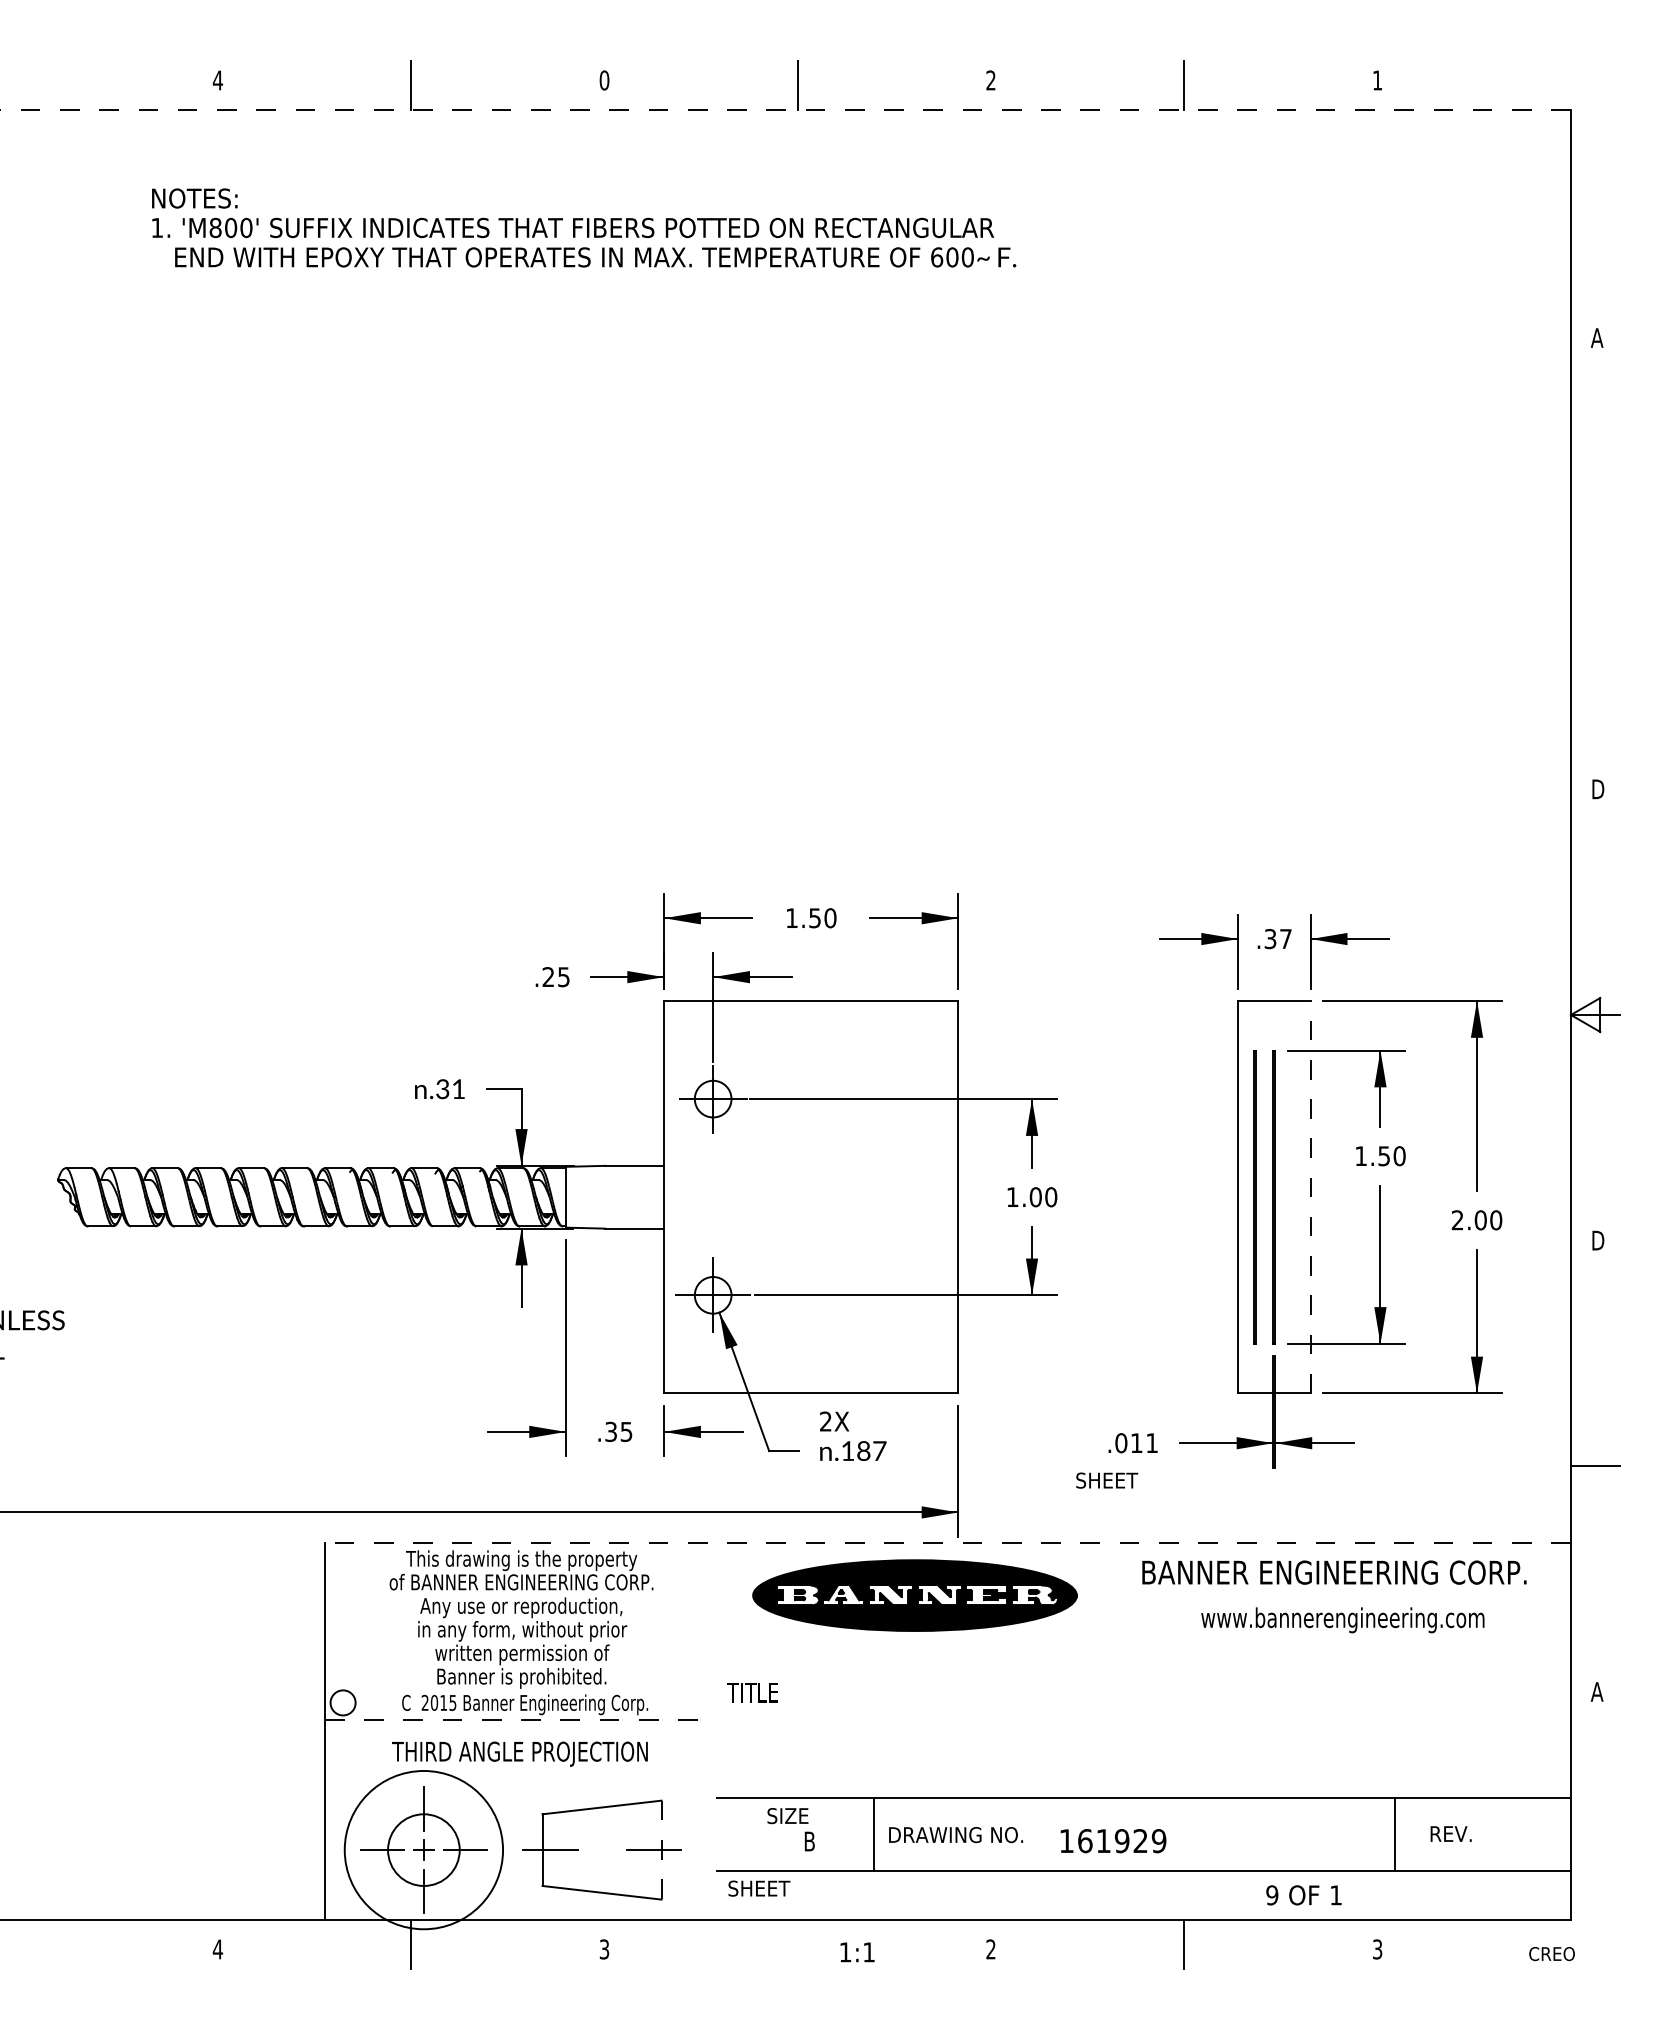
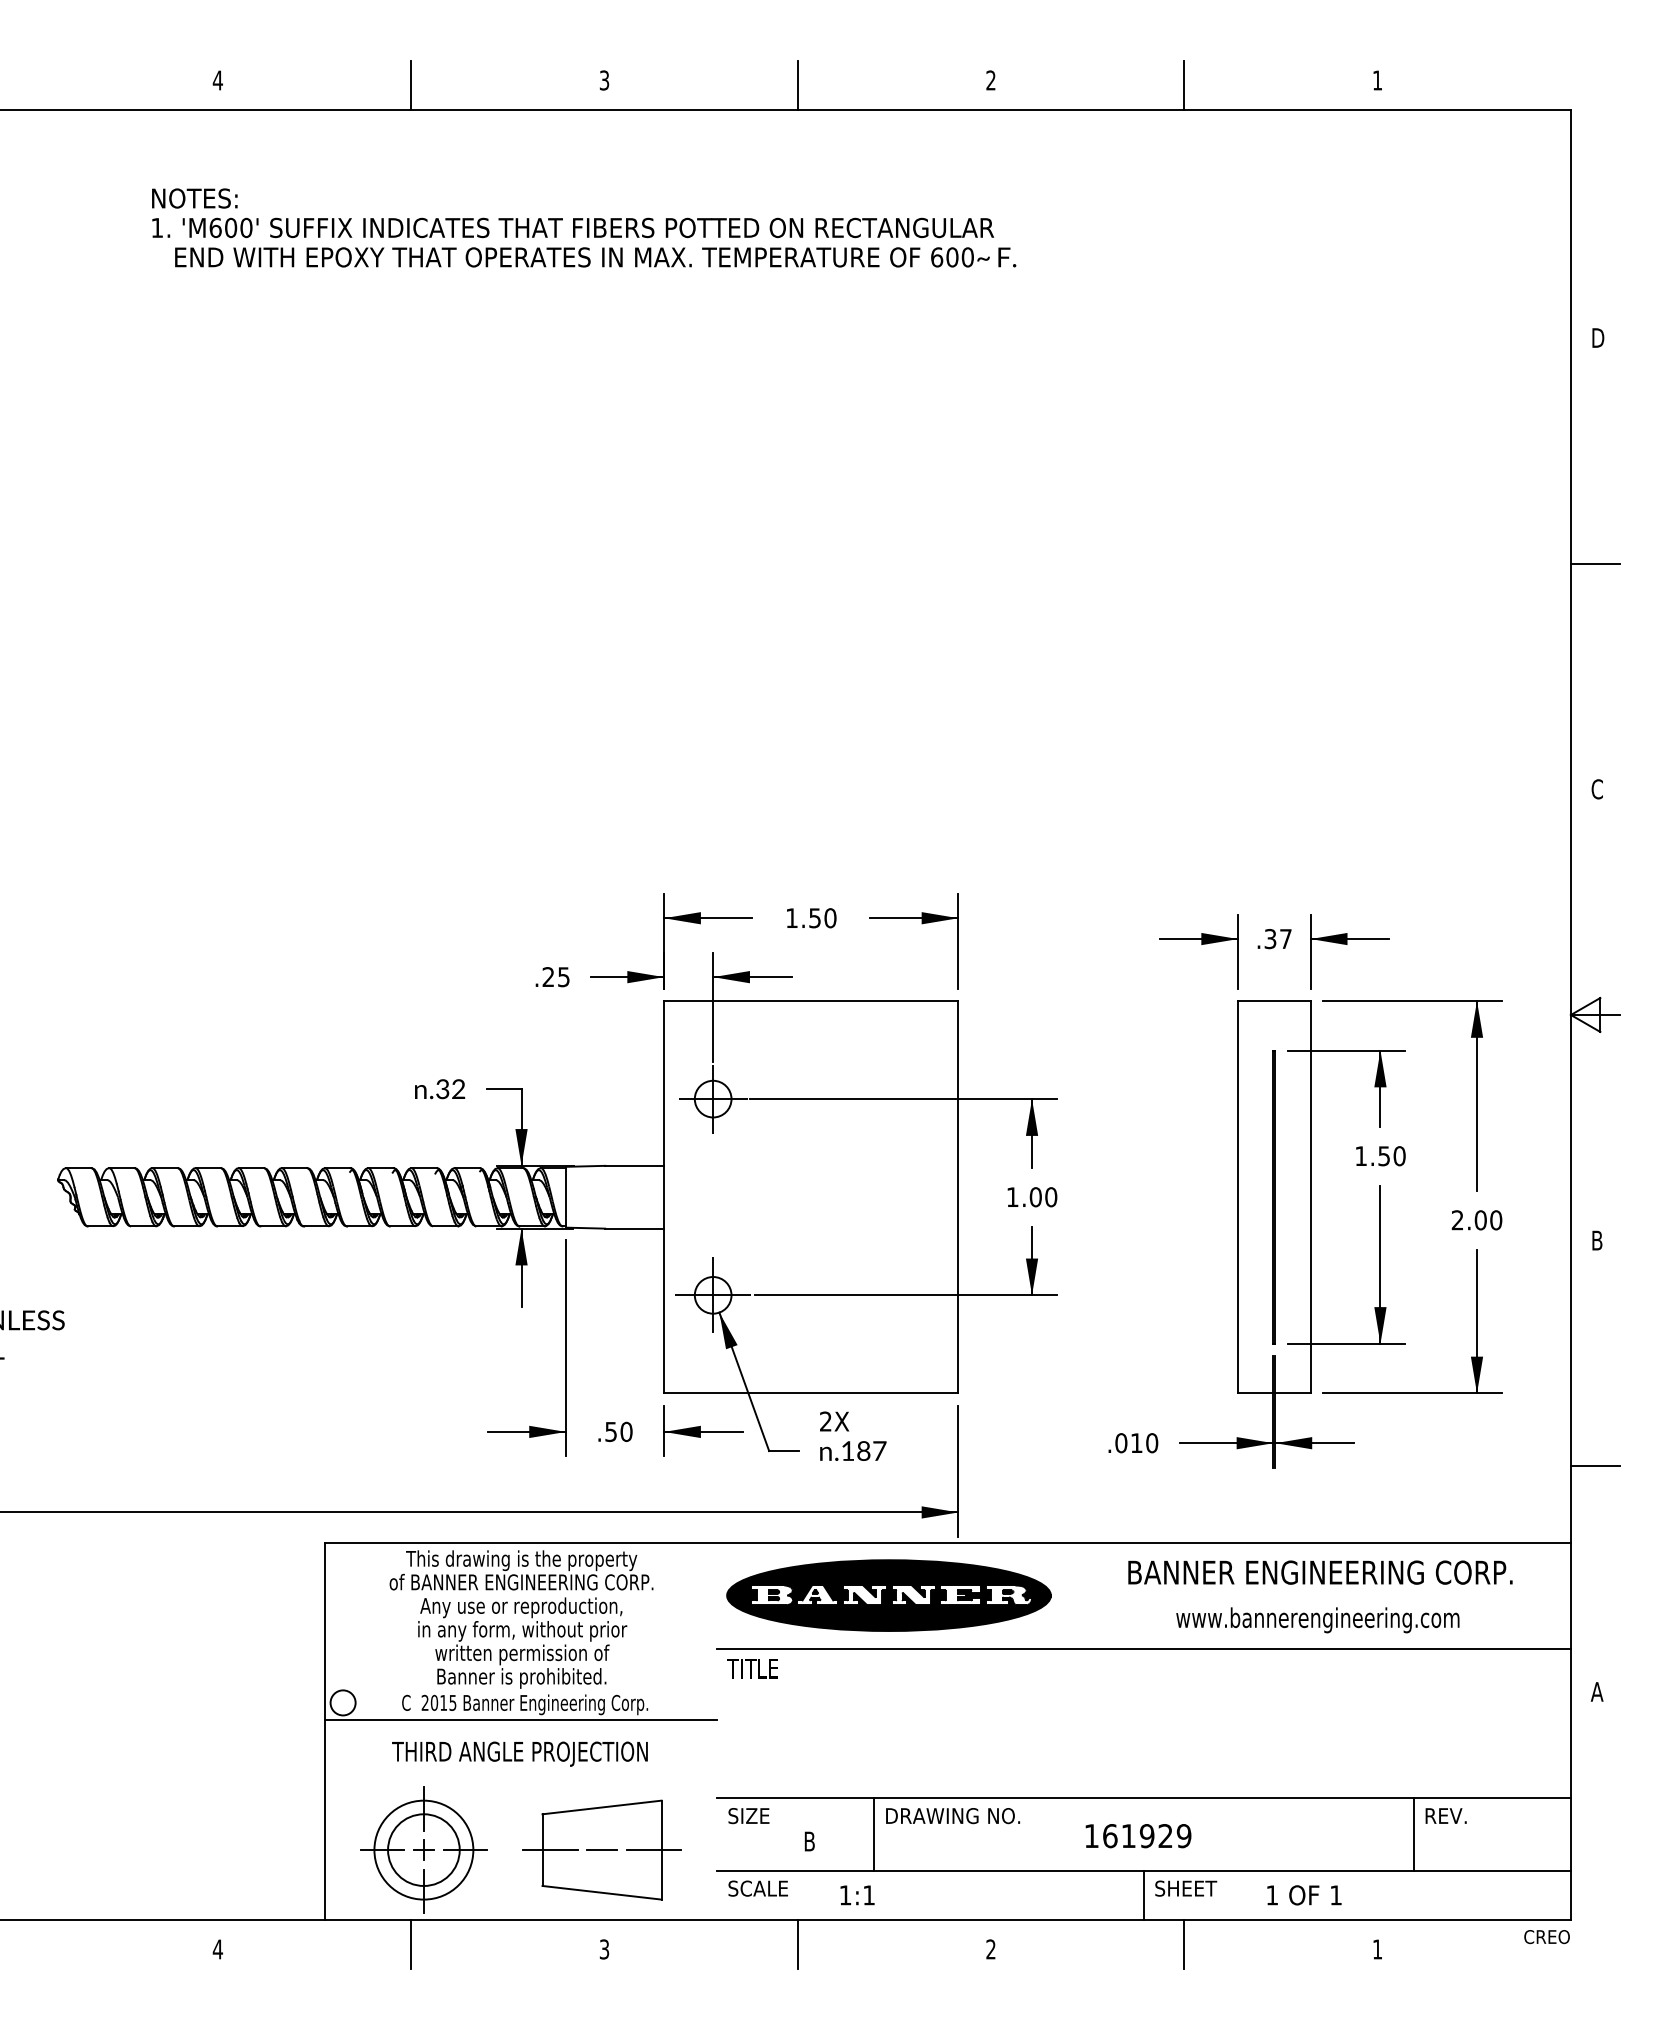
text at (604, 80): 0 -> 3
line at (785, 109): dashed -> solid
text at (215, 227): 'M800' -> 'M600'
text at (1597, 337): A -> D
line at (1594, 563): none -> present
text at (1597, 789): D -> C
text at (458, 1088): .31 -> .32
line at (1310, 1196): dashed -> solid
line at (1254, 1197): present -> none
text at (1599, 1240): D -> B
text at (618, 1431): .35 -> .50
text at (1152, 1443): .011 -> .010
text at (1107, 1480) position: (1107, 1480) -> (1186, 1888)
line at (947, 1543): dashed -> solid
text at (1334, 1572) position: (1334, 1572) -> (1320, 1572)
part at (914, 1595) position: (914, 1595) -> (888, 1595)
text at (1342, 1620) position: (1342, 1620) -> (1317, 1620)
line at (1143, 1649): none -> present
text at (752, 1692) position: (752, 1692) -> (752, 1668)
line at (521, 1719): dashed -> solid
text at (787, 1816) position: (787, 1816) -> (748, 1816)
text at (1450, 1833) position: (1450, 1833) -> (1445, 1815)
line at (1394, 1834) position: (1394, 1834) -> (1413, 1834)
text at (956, 1835) position: (956, 1835) -> (953, 1816)
text at (1113, 1841) position: (1113, 1841) -> (1138, 1836)
circle at (423, 1849) diameter: 158 px -> 99 px
line at (601, 1850): none -> present
line at (661, 1850): dashed -> solid
text at (765, 1888): SHEET -> SCALE
line at (1144, 1895): none -> present
text at (1272, 1895): 9 -> 1
line at (797, 1944): none -> present
text at (1377, 1949): 3 -> 1
text at (857, 1952) position: (857, 1952) -> (857, 1895)
text at (1551, 1954) position: (1551, 1954) -> (1546, 1937)
